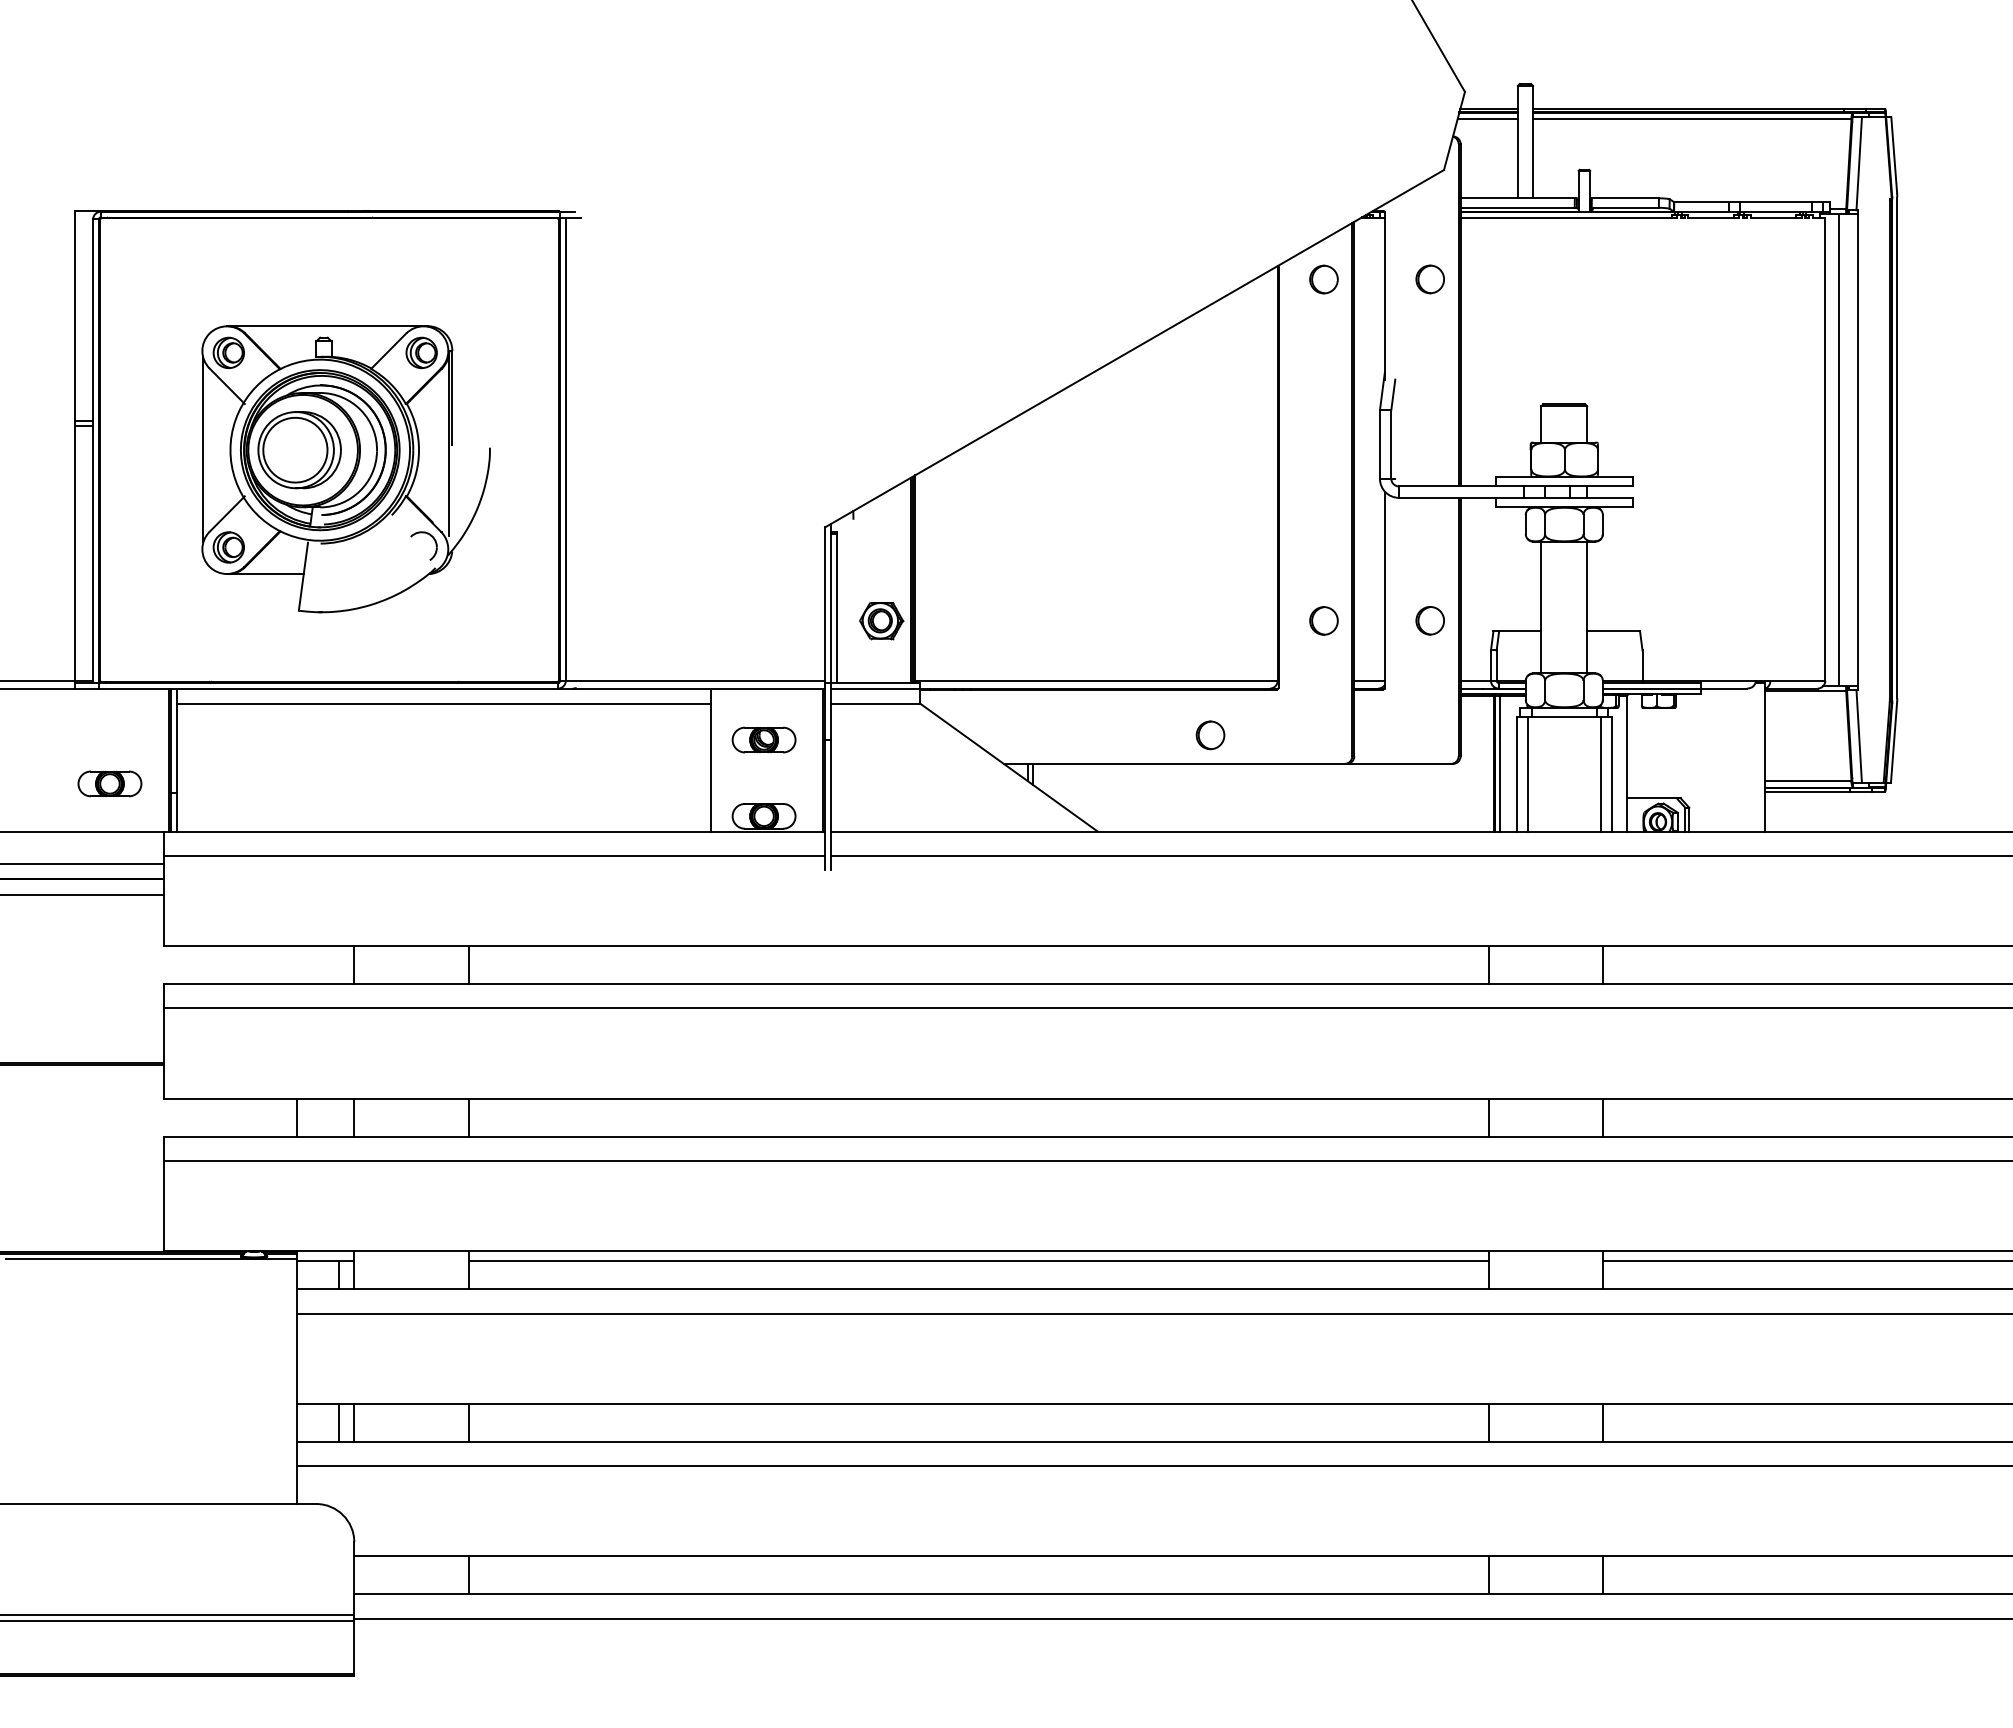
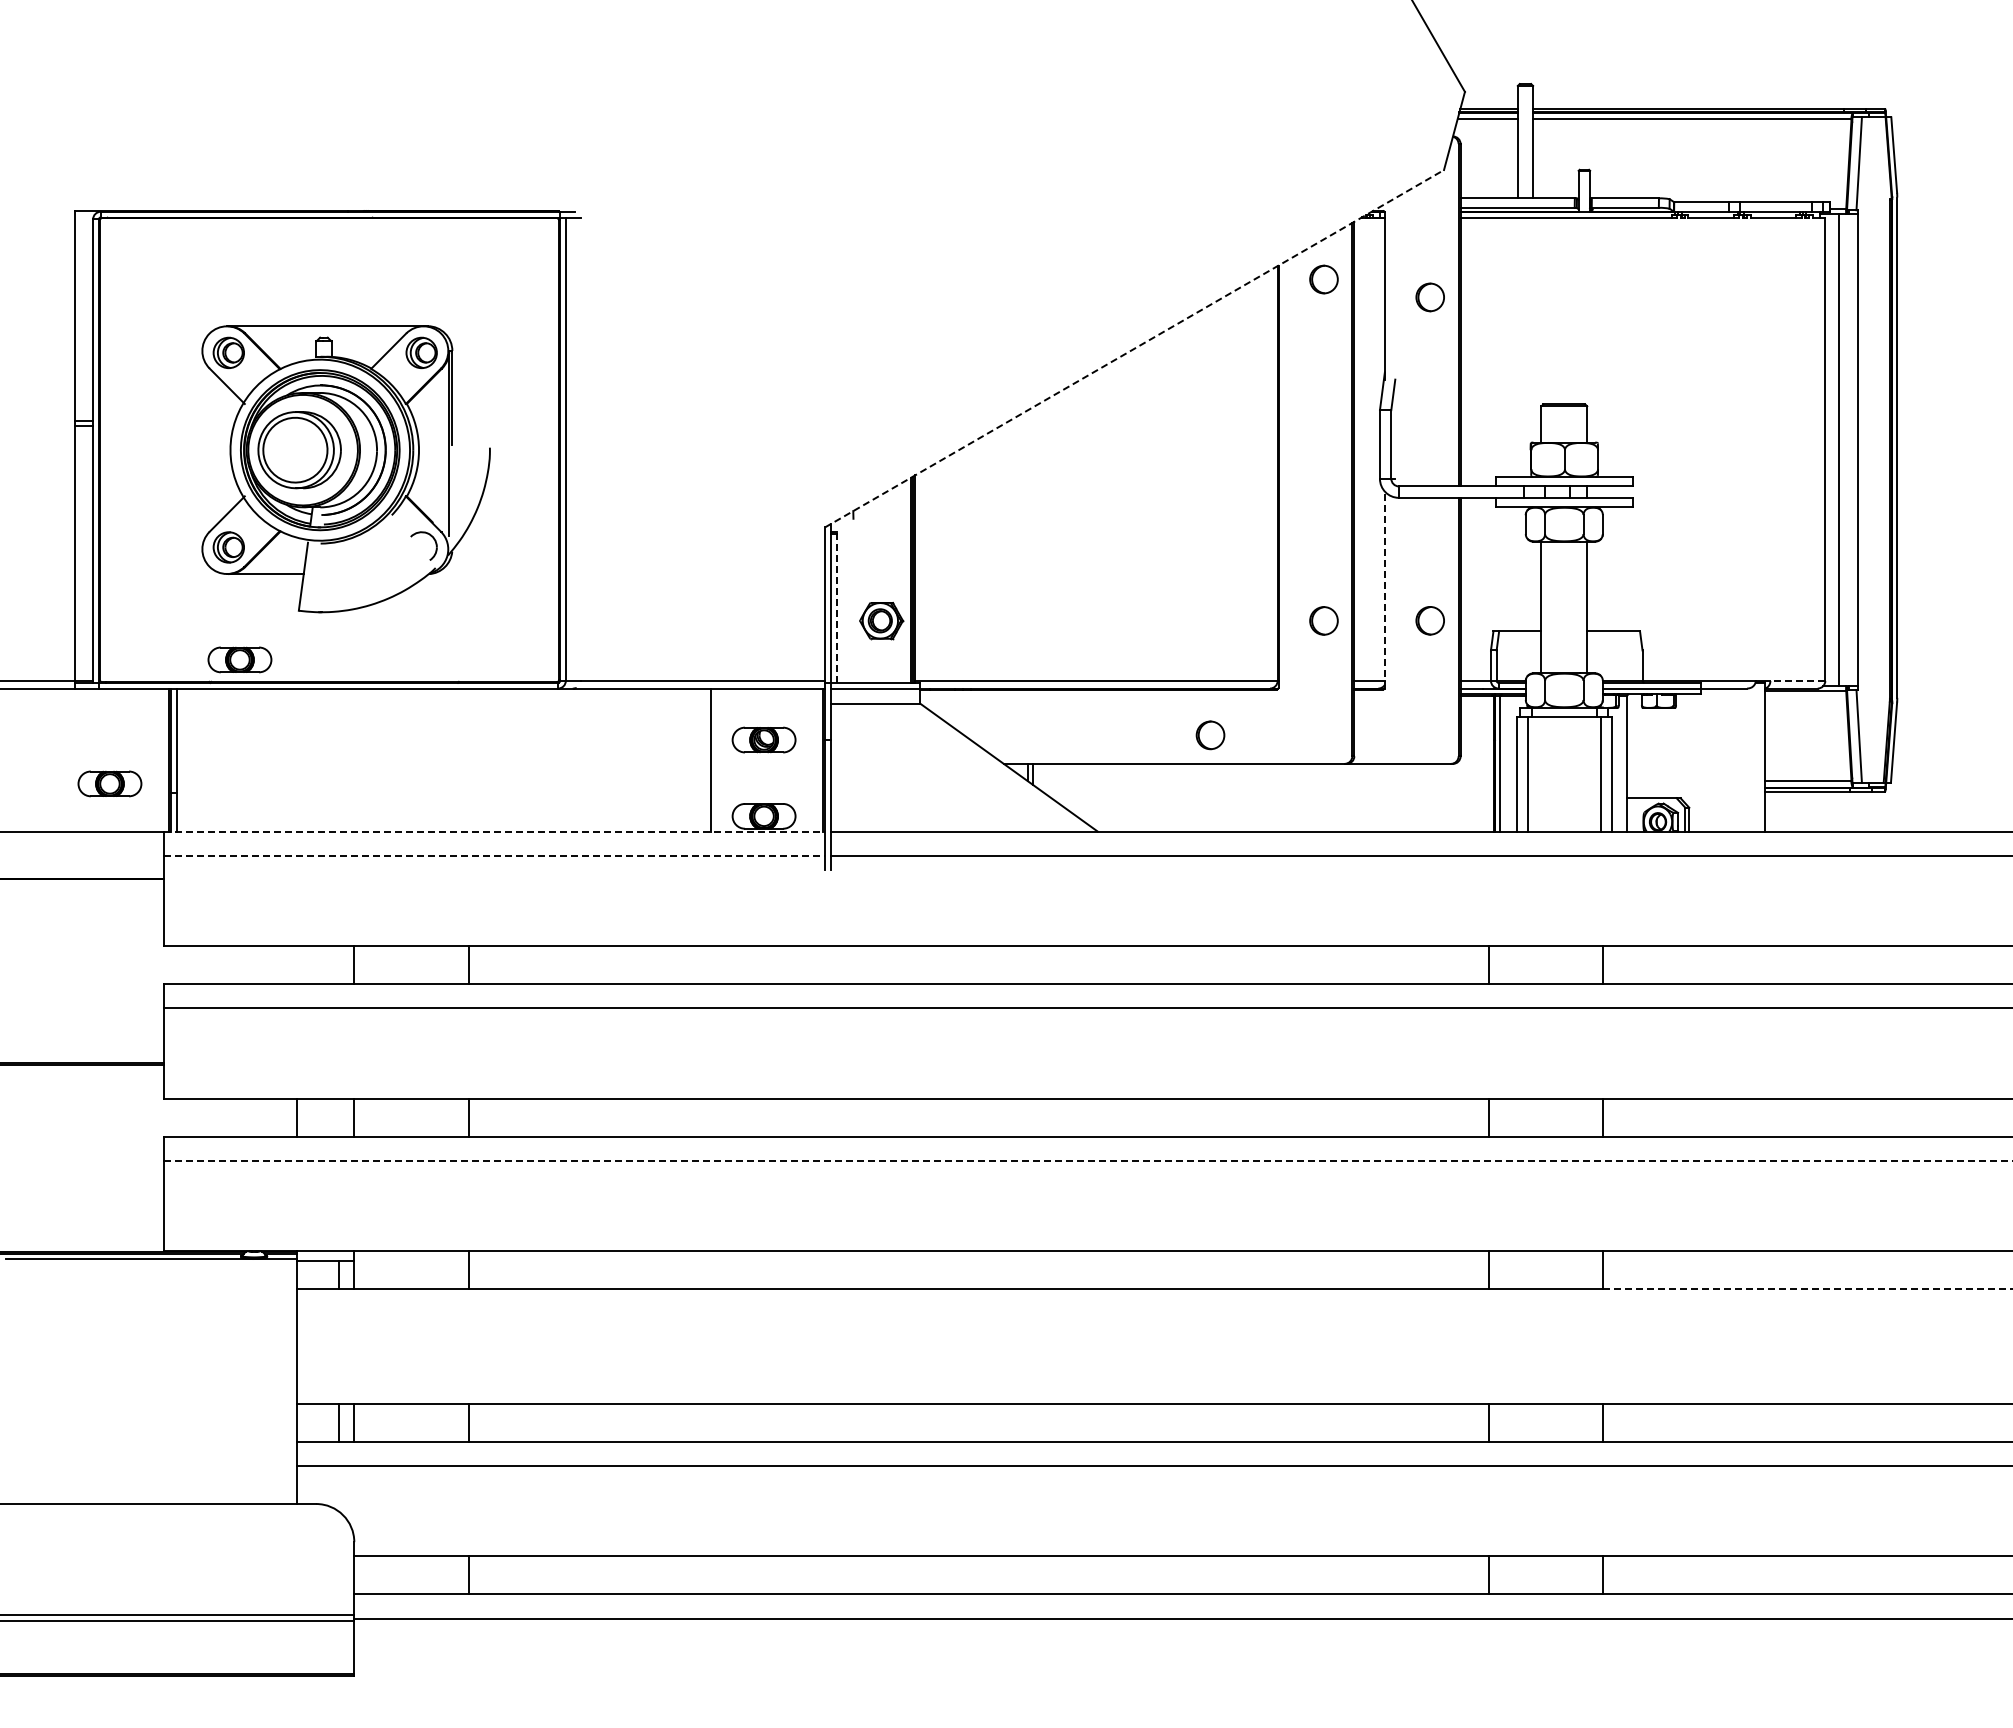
part at (1429, 279) position: (1429, 279) -> (1429, 297)
line at (1135, 348): solid -> dashed
line at (203, 450): present -> none
line at (1384, 589): solid -> dashed
line at (837, 607): solid -> dashed
part at (239, 659): none -> present
line at (1797, 680): solid -> dashed
line at (443, 703): present -> none
line at (494, 831): solid -> dashed
line at (494, 855): solid -> dashed
line at (82, 864): present -> none
line at (82, 894): present -> none
line at (1088, 1160): solid -> dashed
line at (978, 1260): present -> none
line at (1806, 1260): present -> none
line at (1808, 1289): solid -> dashed
line at (1153, 1313): present -> none
